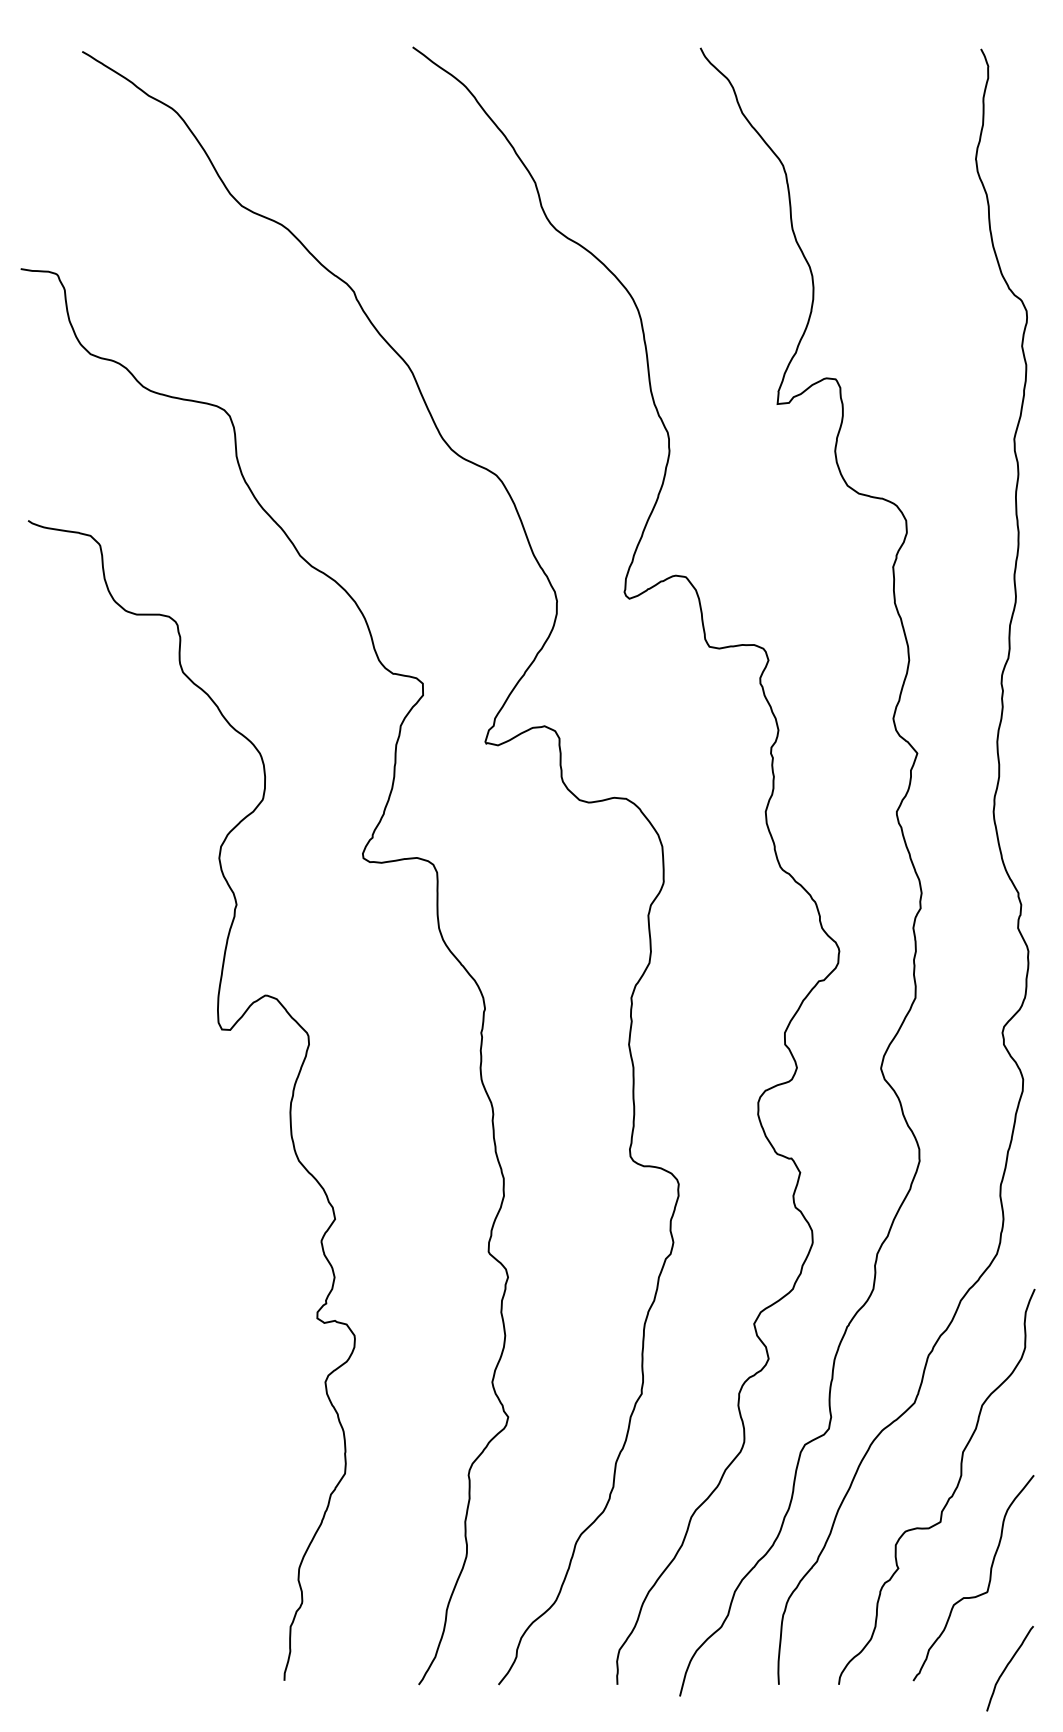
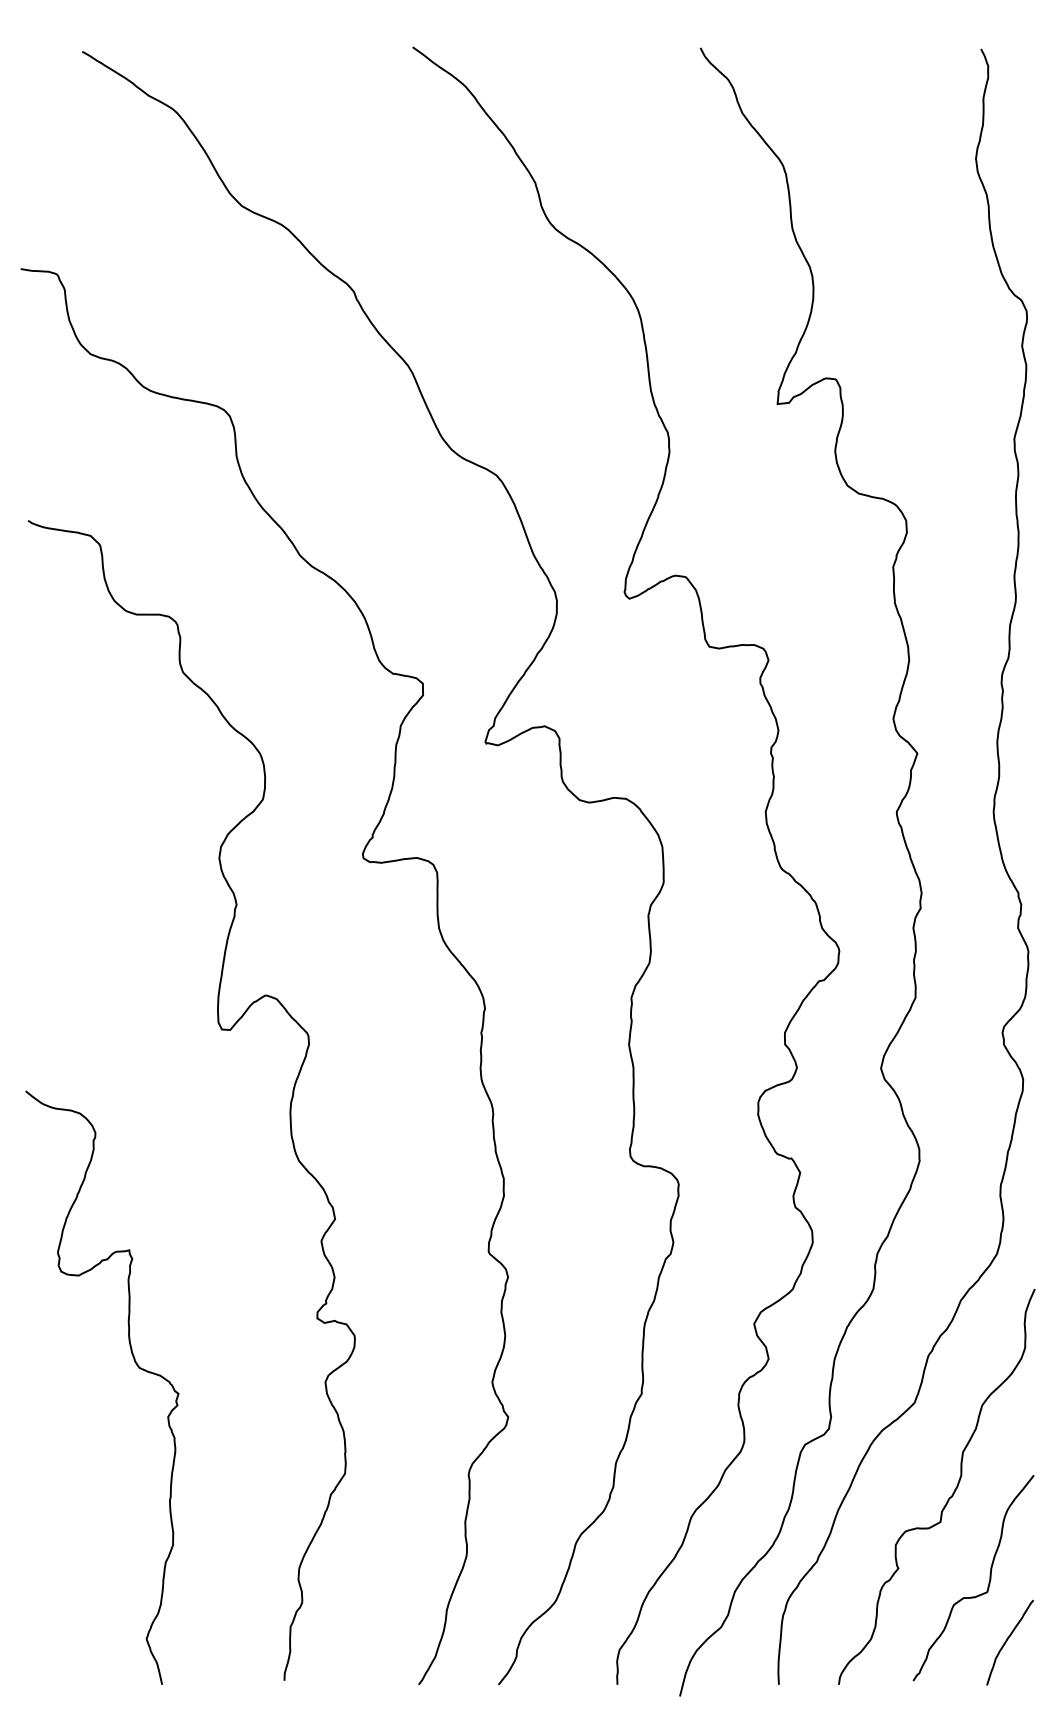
curve at (136, 1365): none -> present
curve at (1007, 1667) position: (1007, 1667) -> (1007, 1641)
